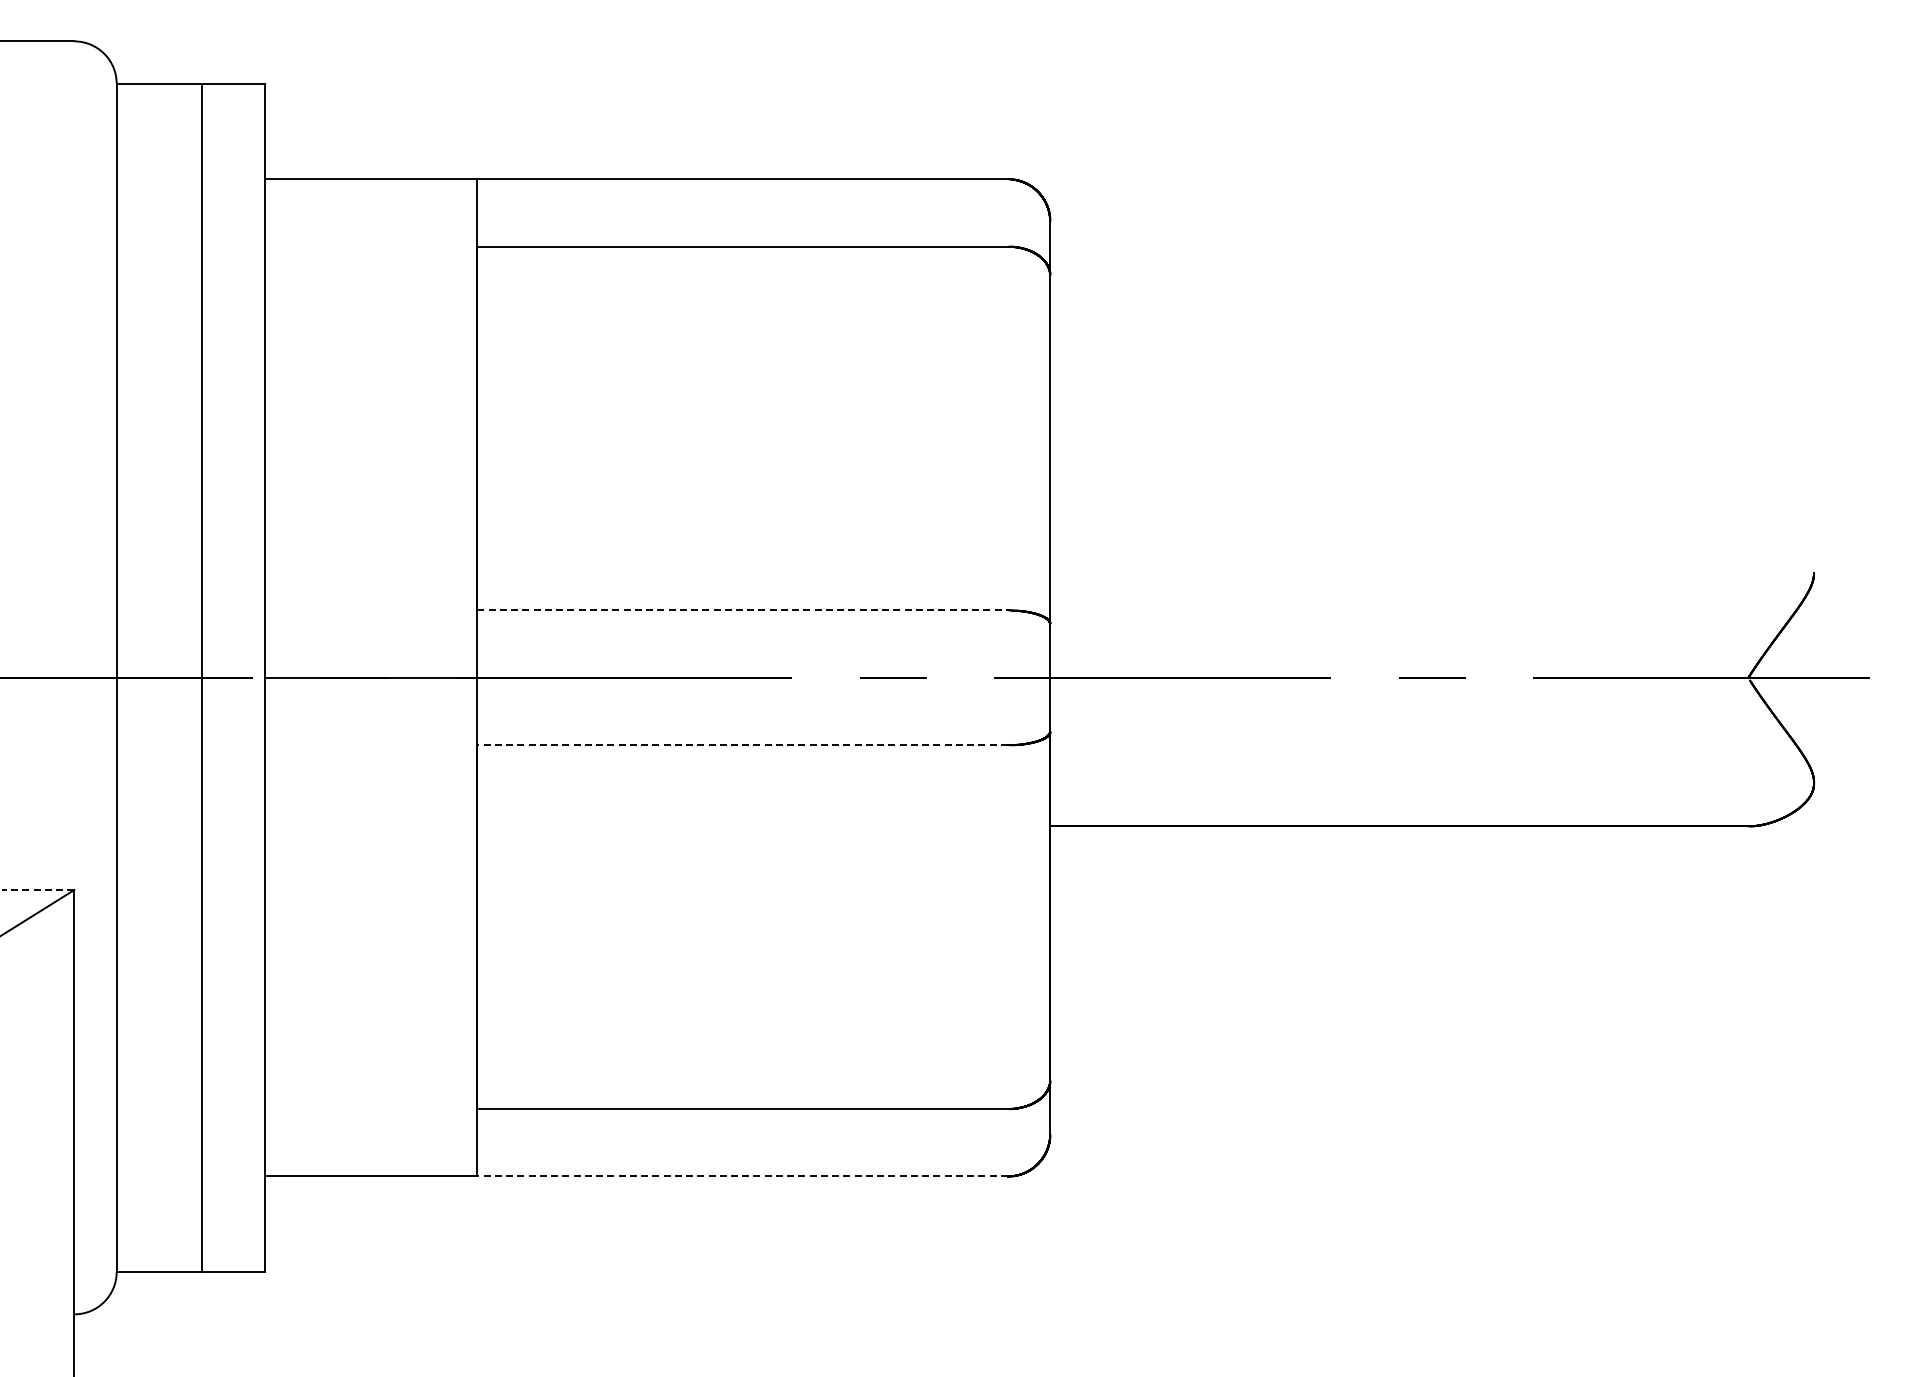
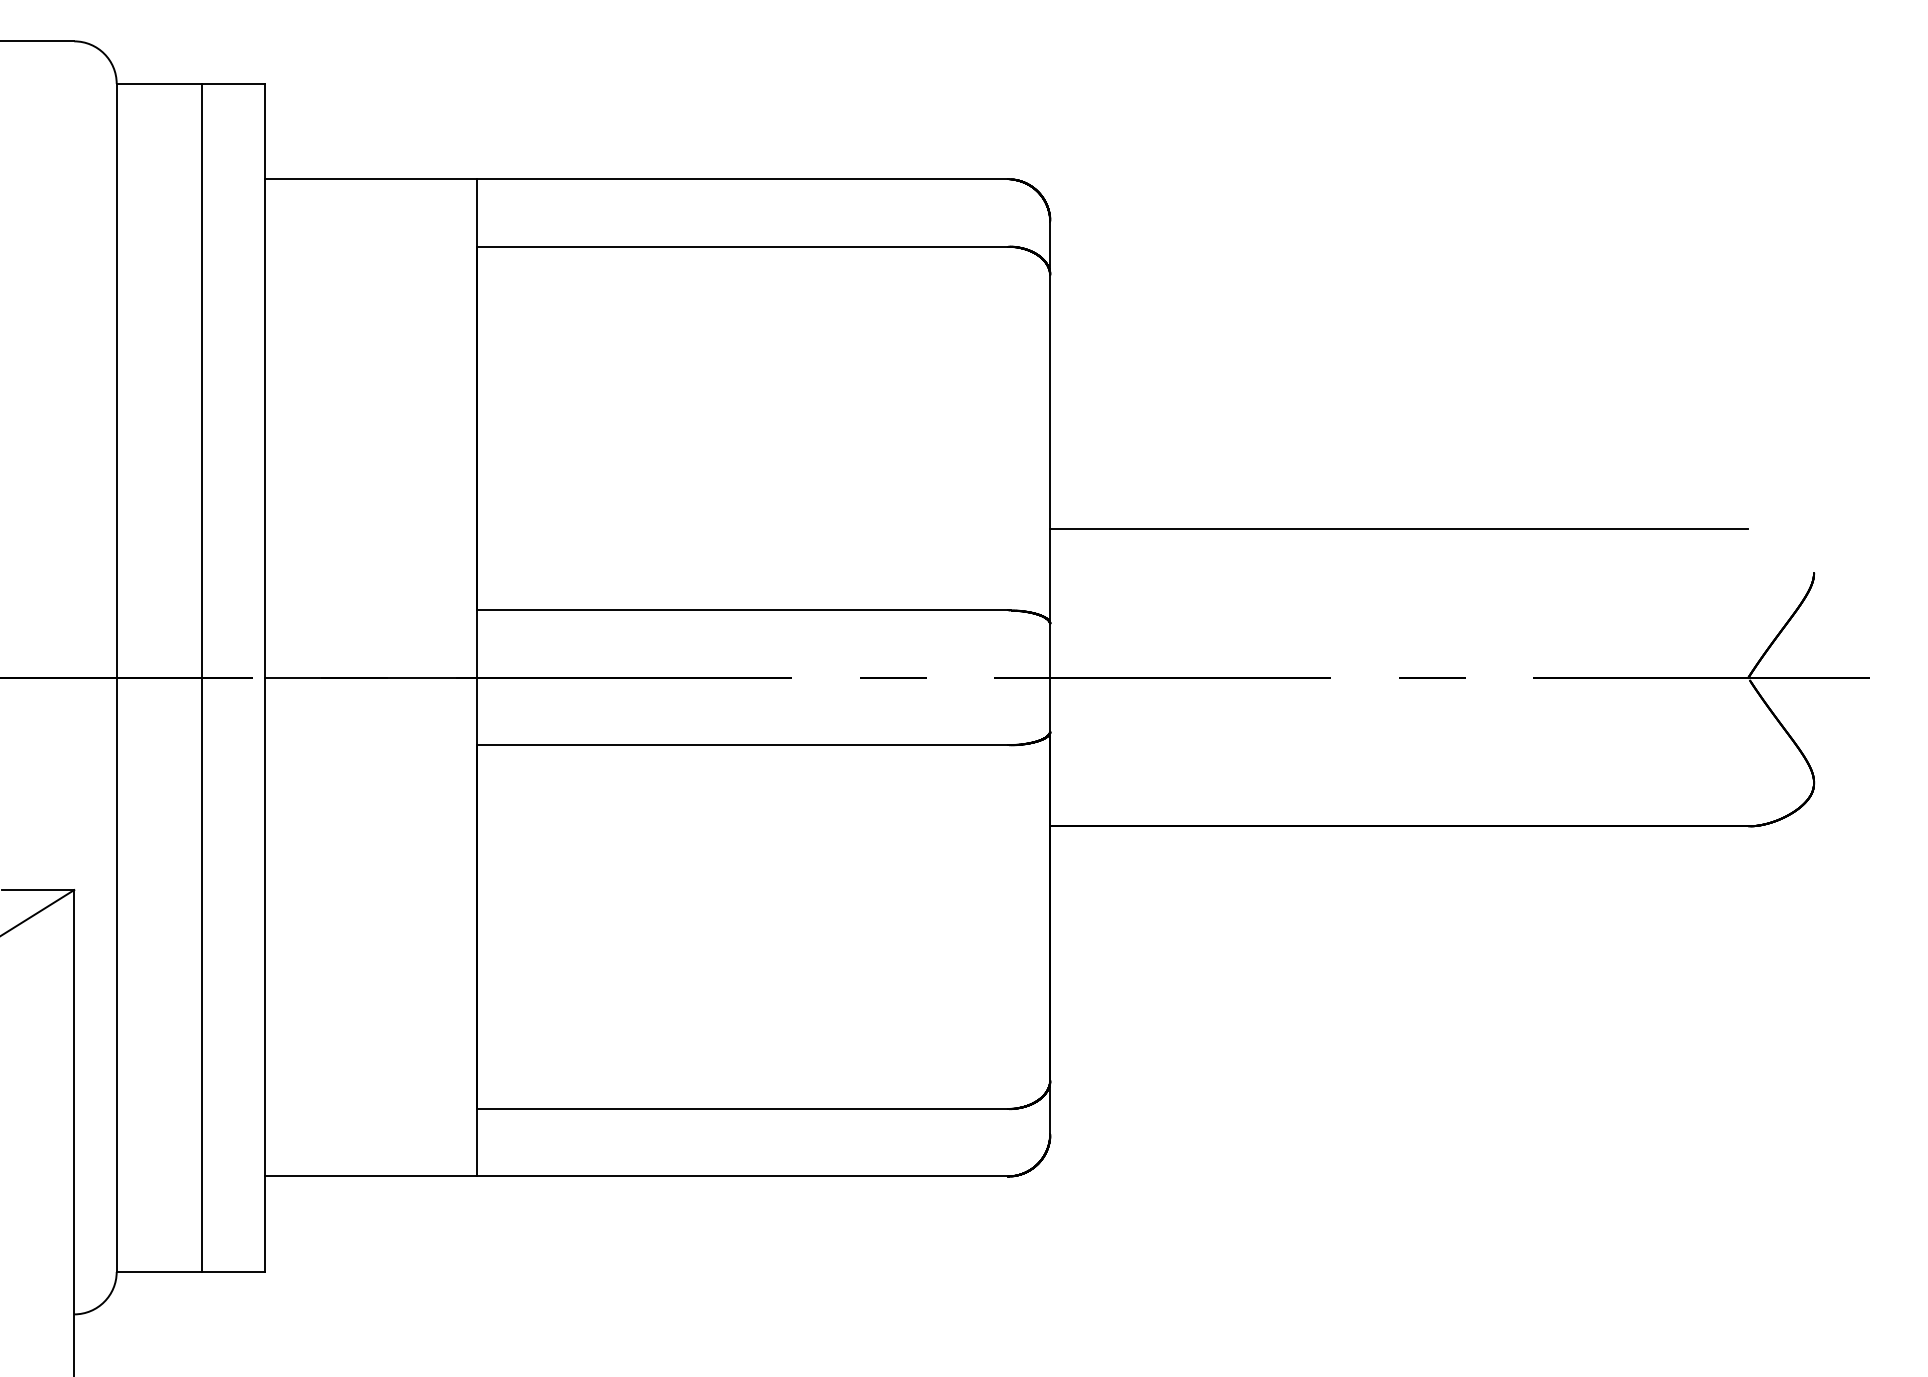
line at (1399, 529): none -> present
line at (743, 610): dashed -> solid
line at (742, 745): dashed -> solid
line at (37, 890): dashed -> solid
line at (742, 1176): dashed -> solid
